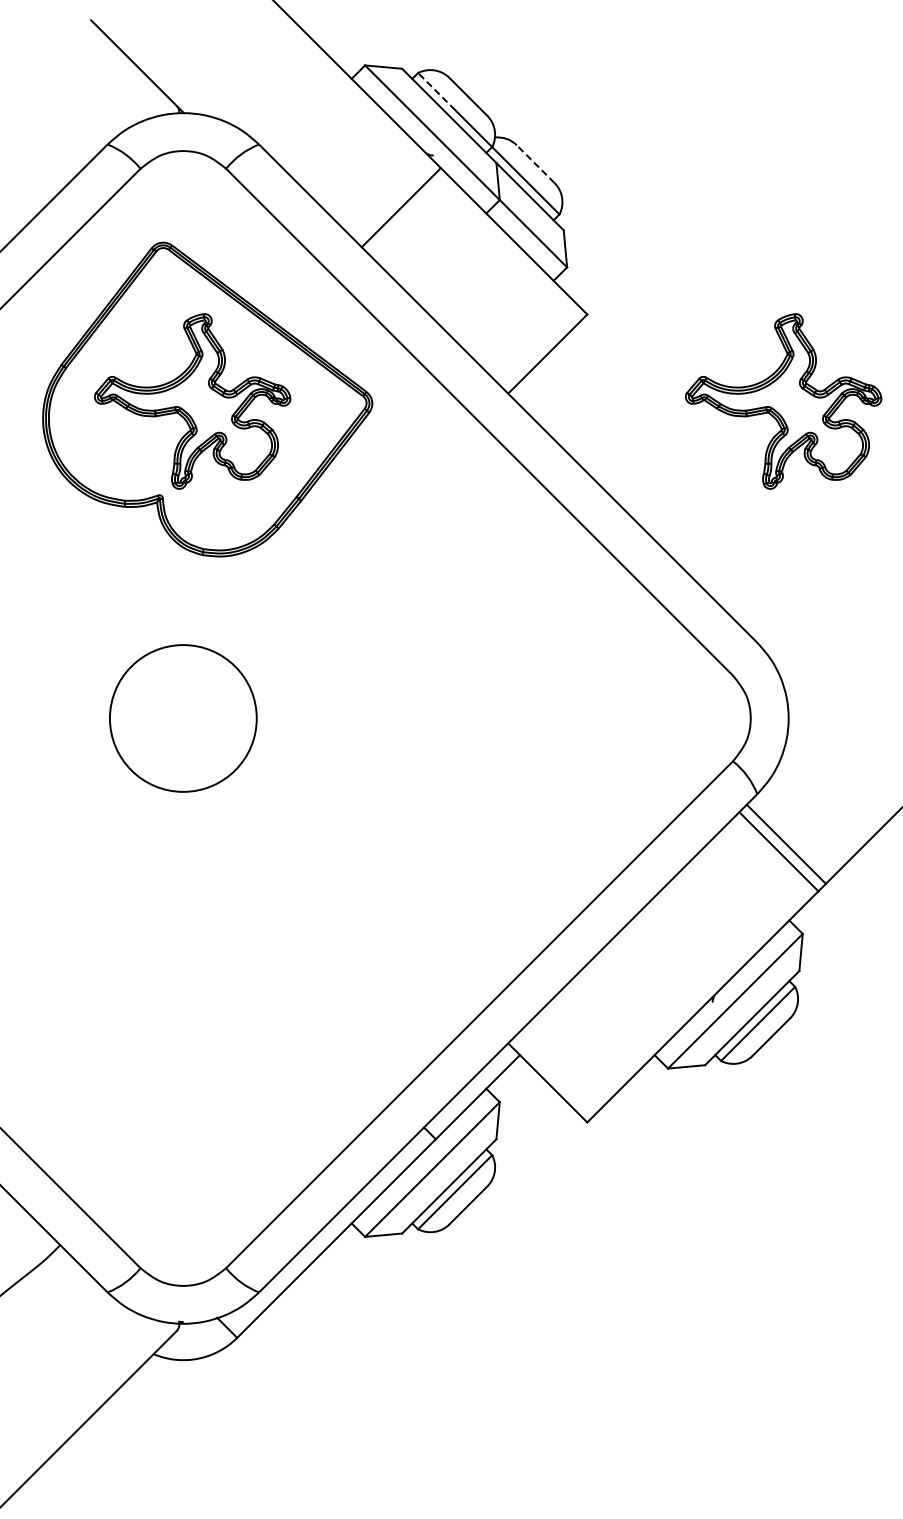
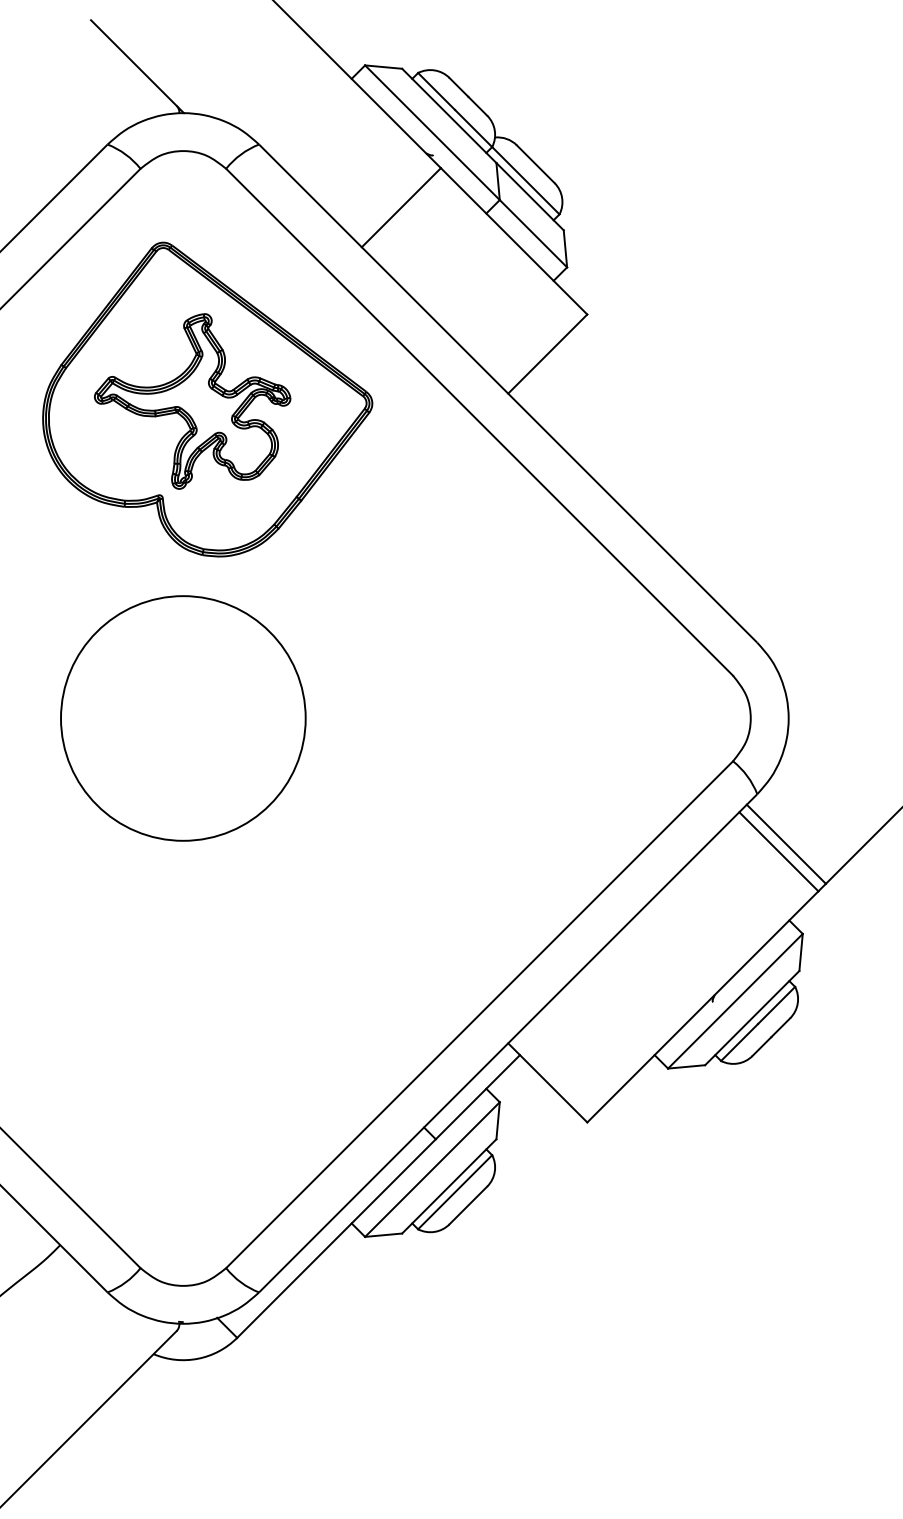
line at (436, 91): dashed -> solid
line at (535, 164): dashed -> solid
part at (783, 401): present -> none
circle at (182, 718) diameter: 147 px -> 245 px
